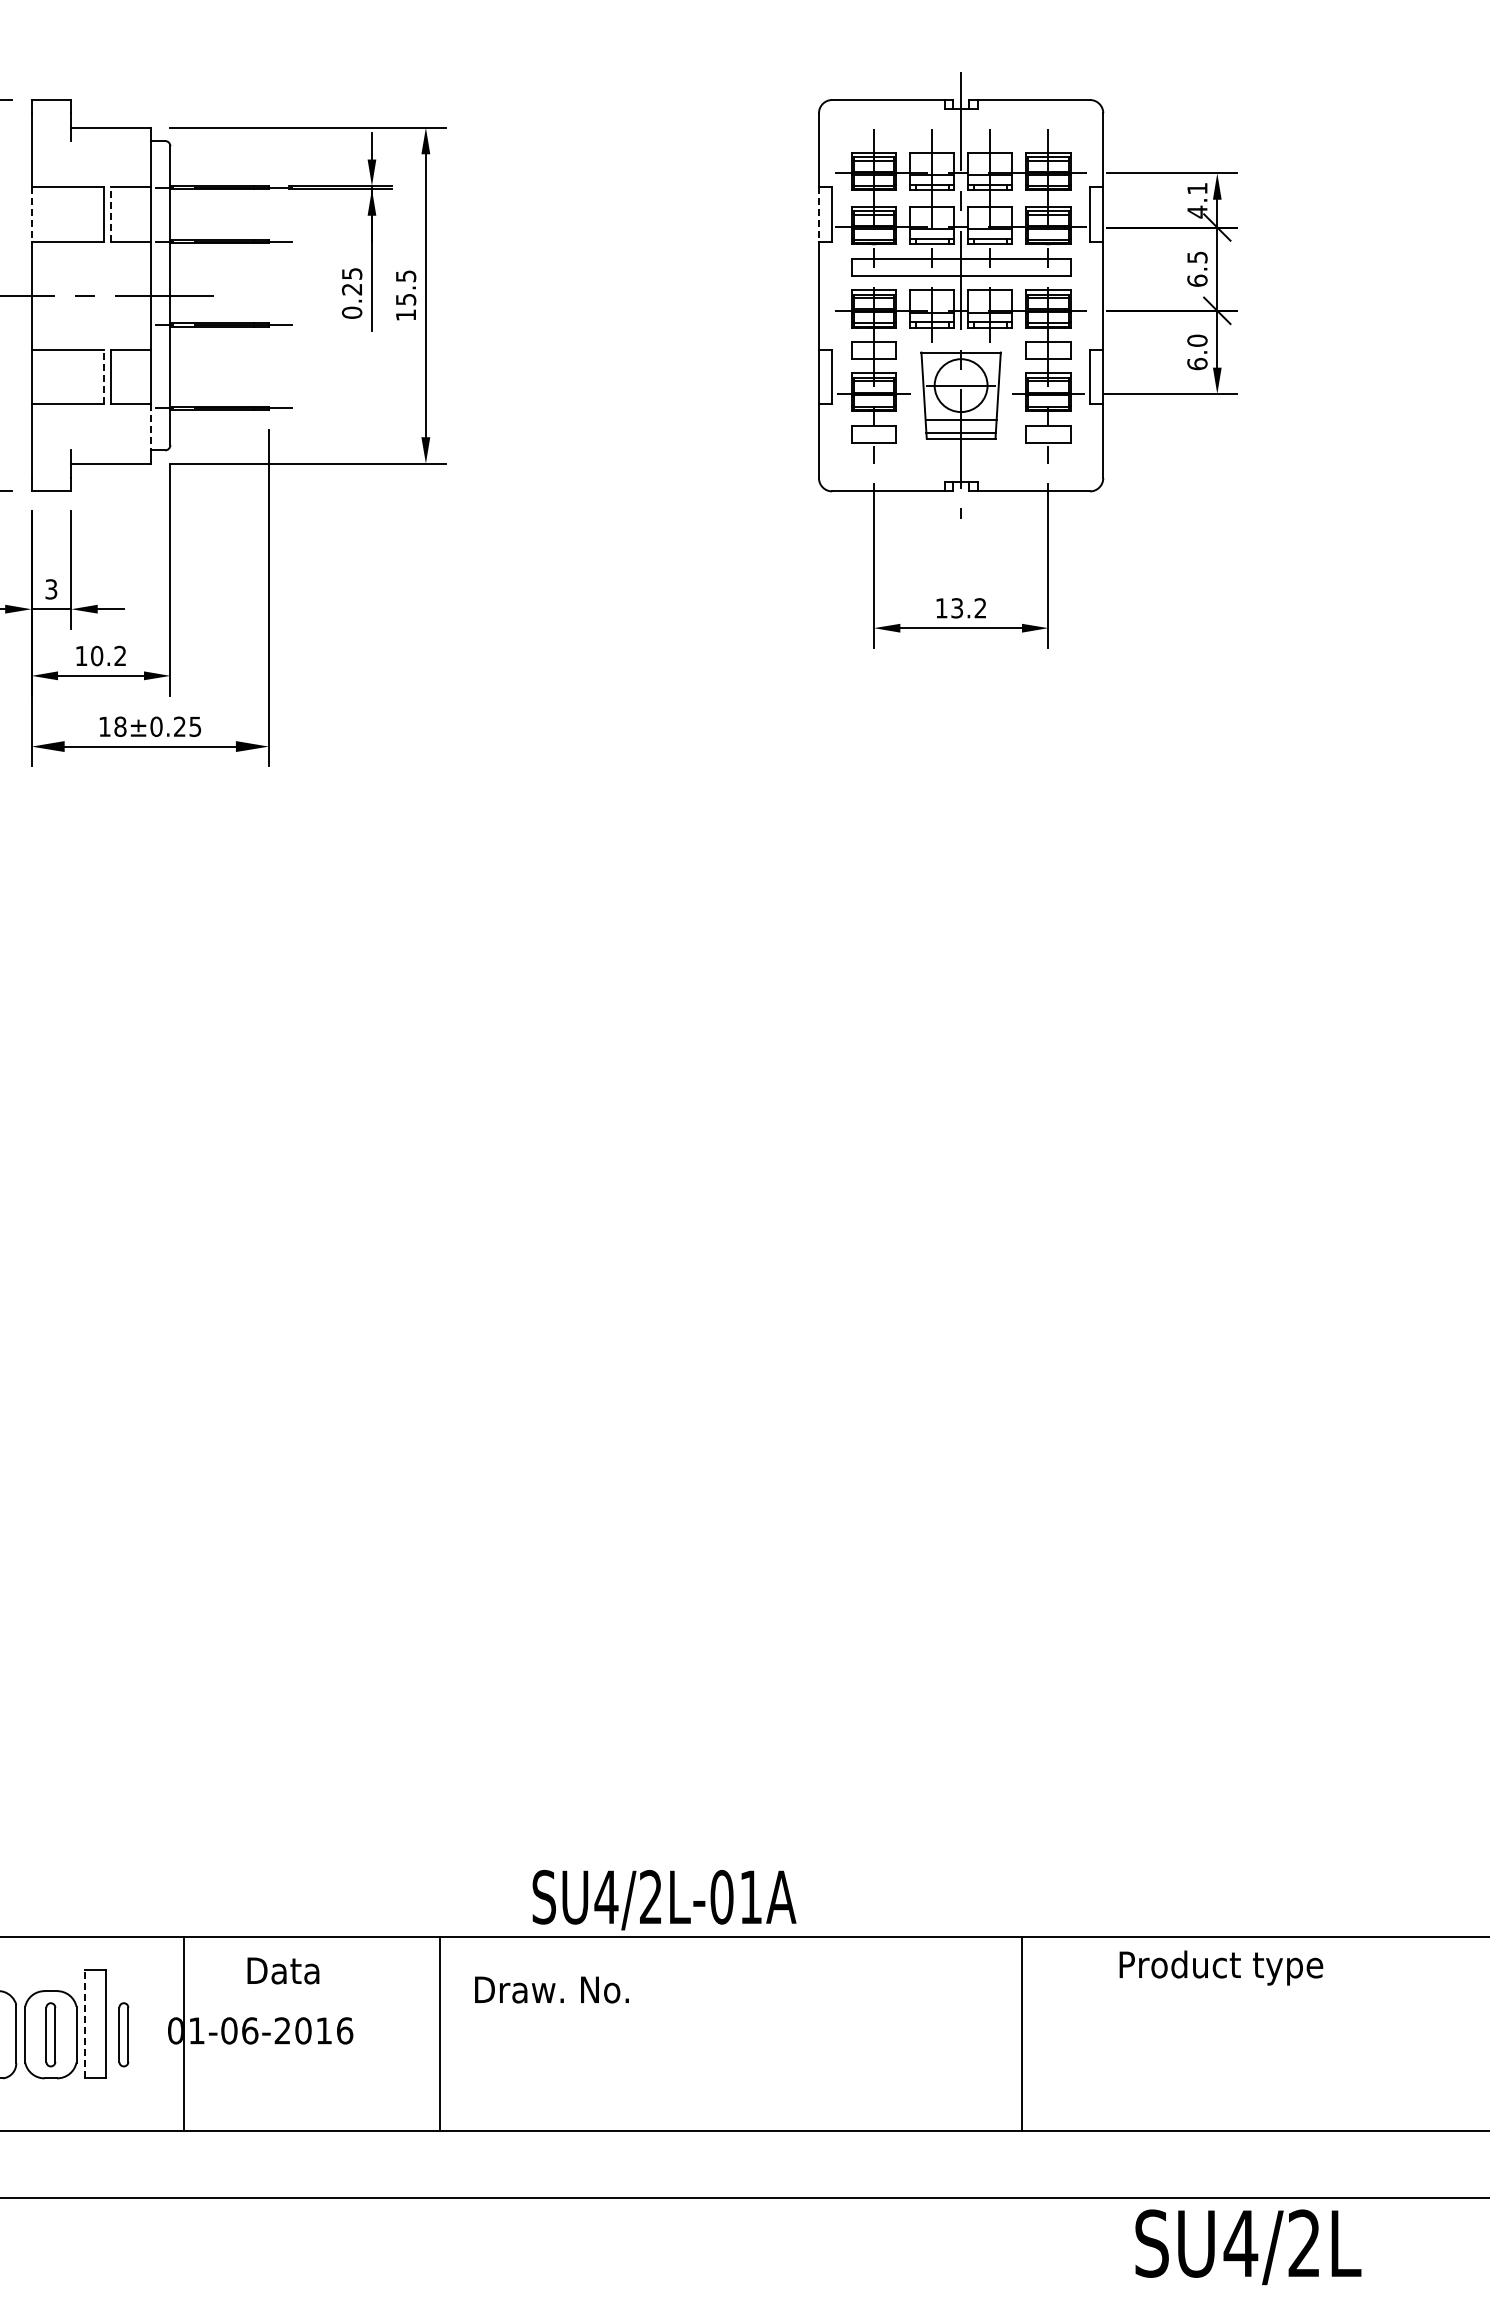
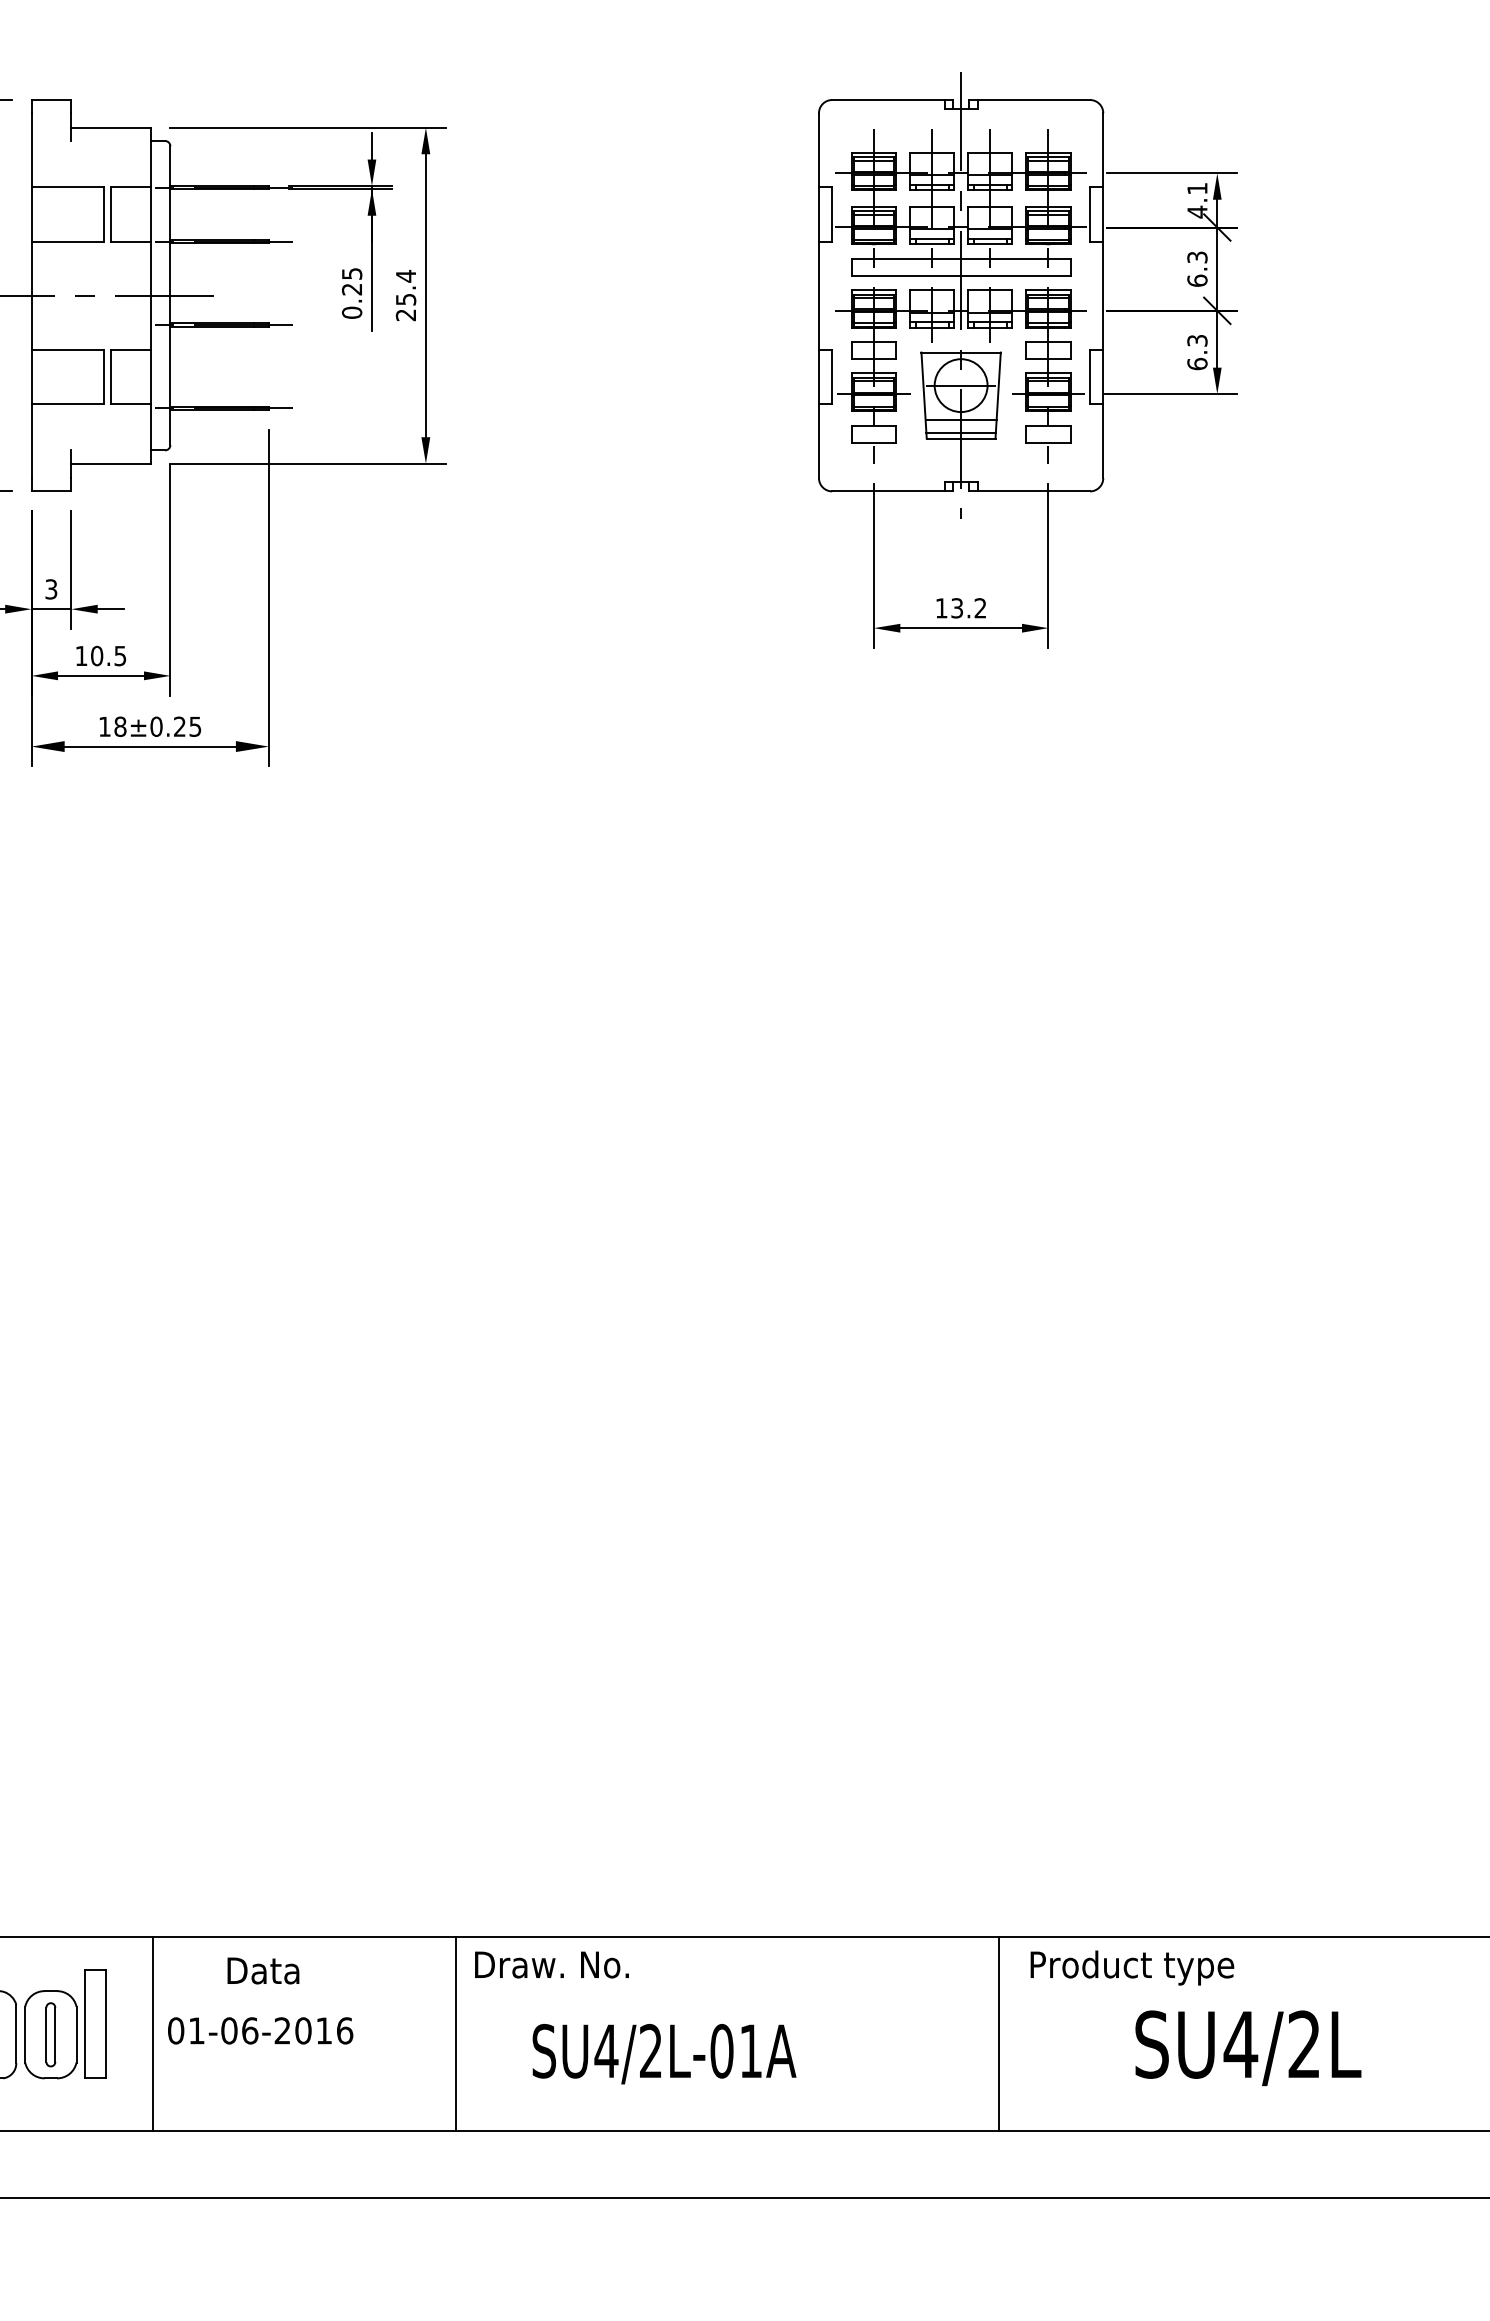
line at (110, 213): dashed -> solid
line at (31, 214): dashed -> solid
line at (818, 214): dashed -> solid
text at (1196, 256): 6.5 -> 6.3
text at (405, 295): 15.5 -> 25.4
text at (1197, 340): 6.0 -> 6.3
line at (104, 376): dashed -> solid
line at (150, 427): dashed -> solid
text at (120, 655): 10.2 -> 10.5
text at (664, 1900) position: (664, 1900) -> (664, 2054)
text at (1221, 1967) position: (1221, 1967) -> (1132, 1967)
text at (283, 1970) position: (283, 1970) -> (263, 1970)
text at (551, 1989) position: (551, 1989) -> (551, 1964)
line at (85, 2023): dashed -> solid
part at (123, 2034): present -> none
line at (184, 2034) position: (184, 2034) -> (153, 2034)
line at (440, 2034) position: (440, 2034) -> (456, 2034)
line at (1021, 2034) position: (1021, 2034) -> (998, 2034)
text at (1248, 2247) position: (1248, 2247) -> (1248, 2048)
